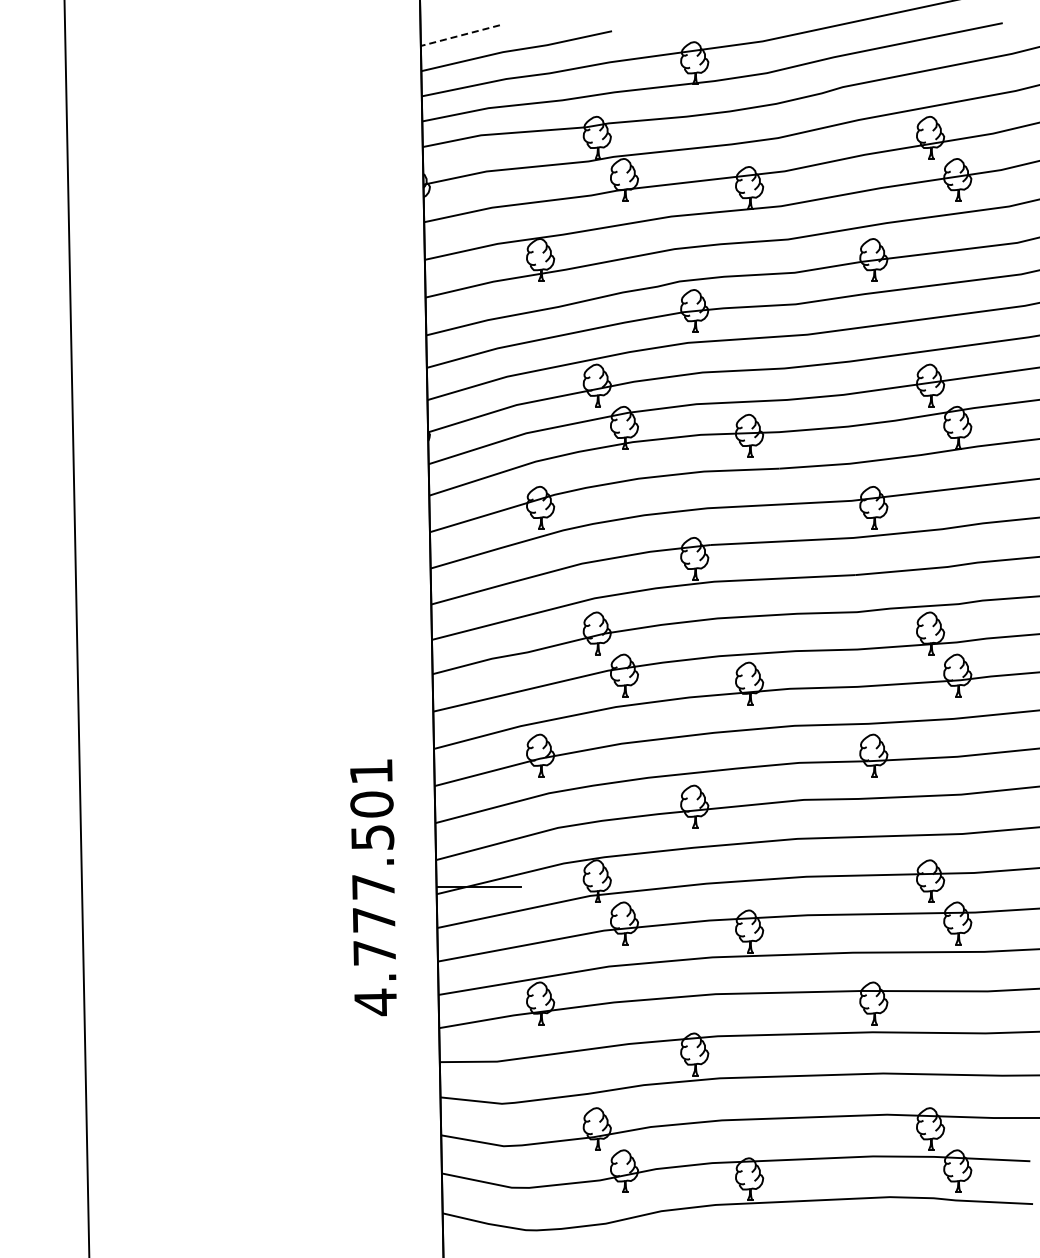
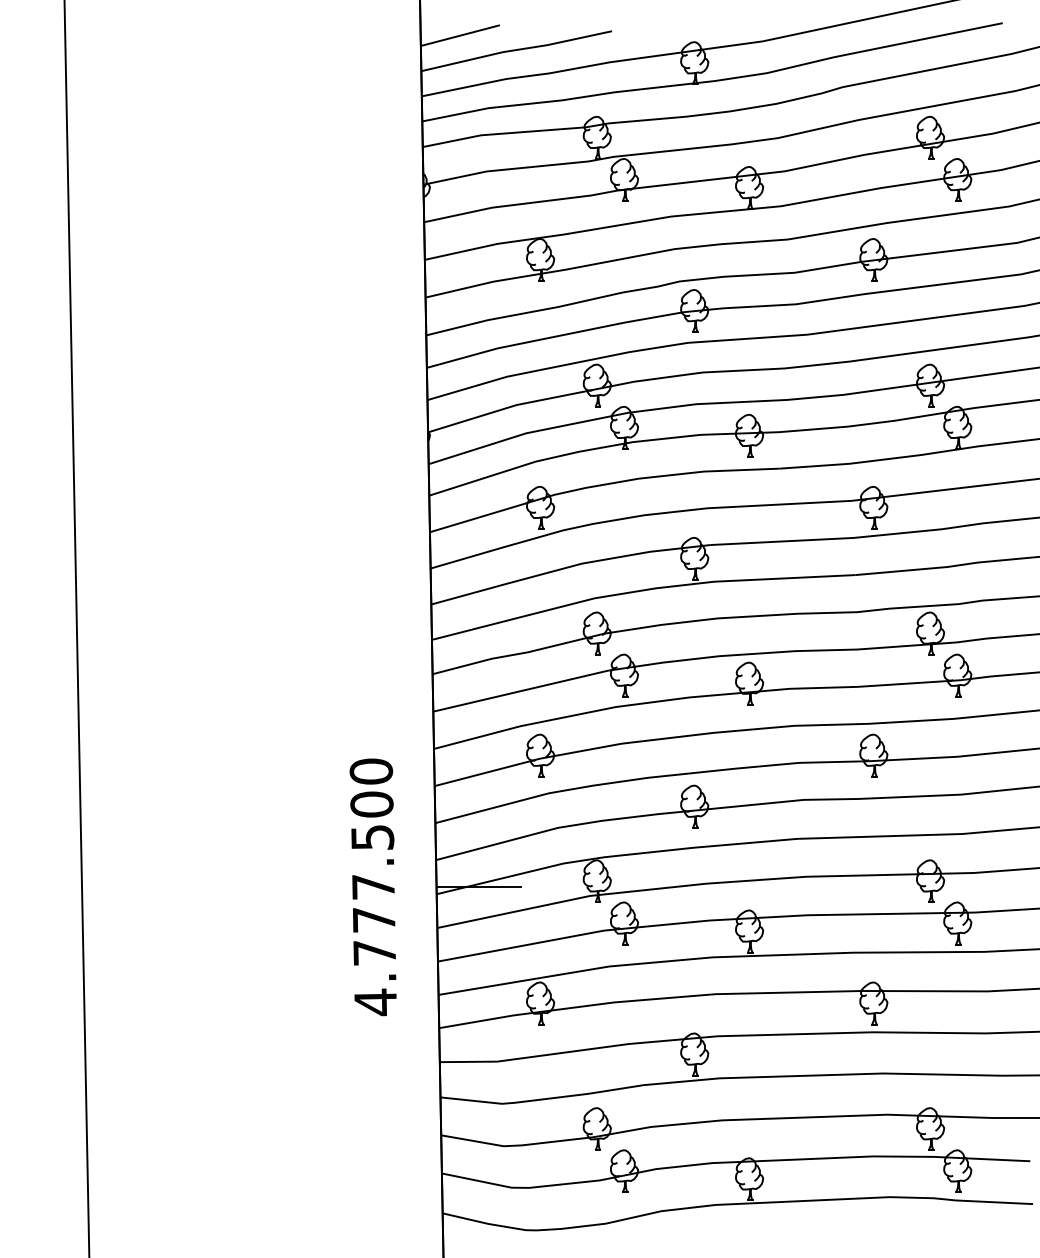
line at (460, 35): dashed -> solid
text at (371, 771): 4.777.501 -> 4.777.500
